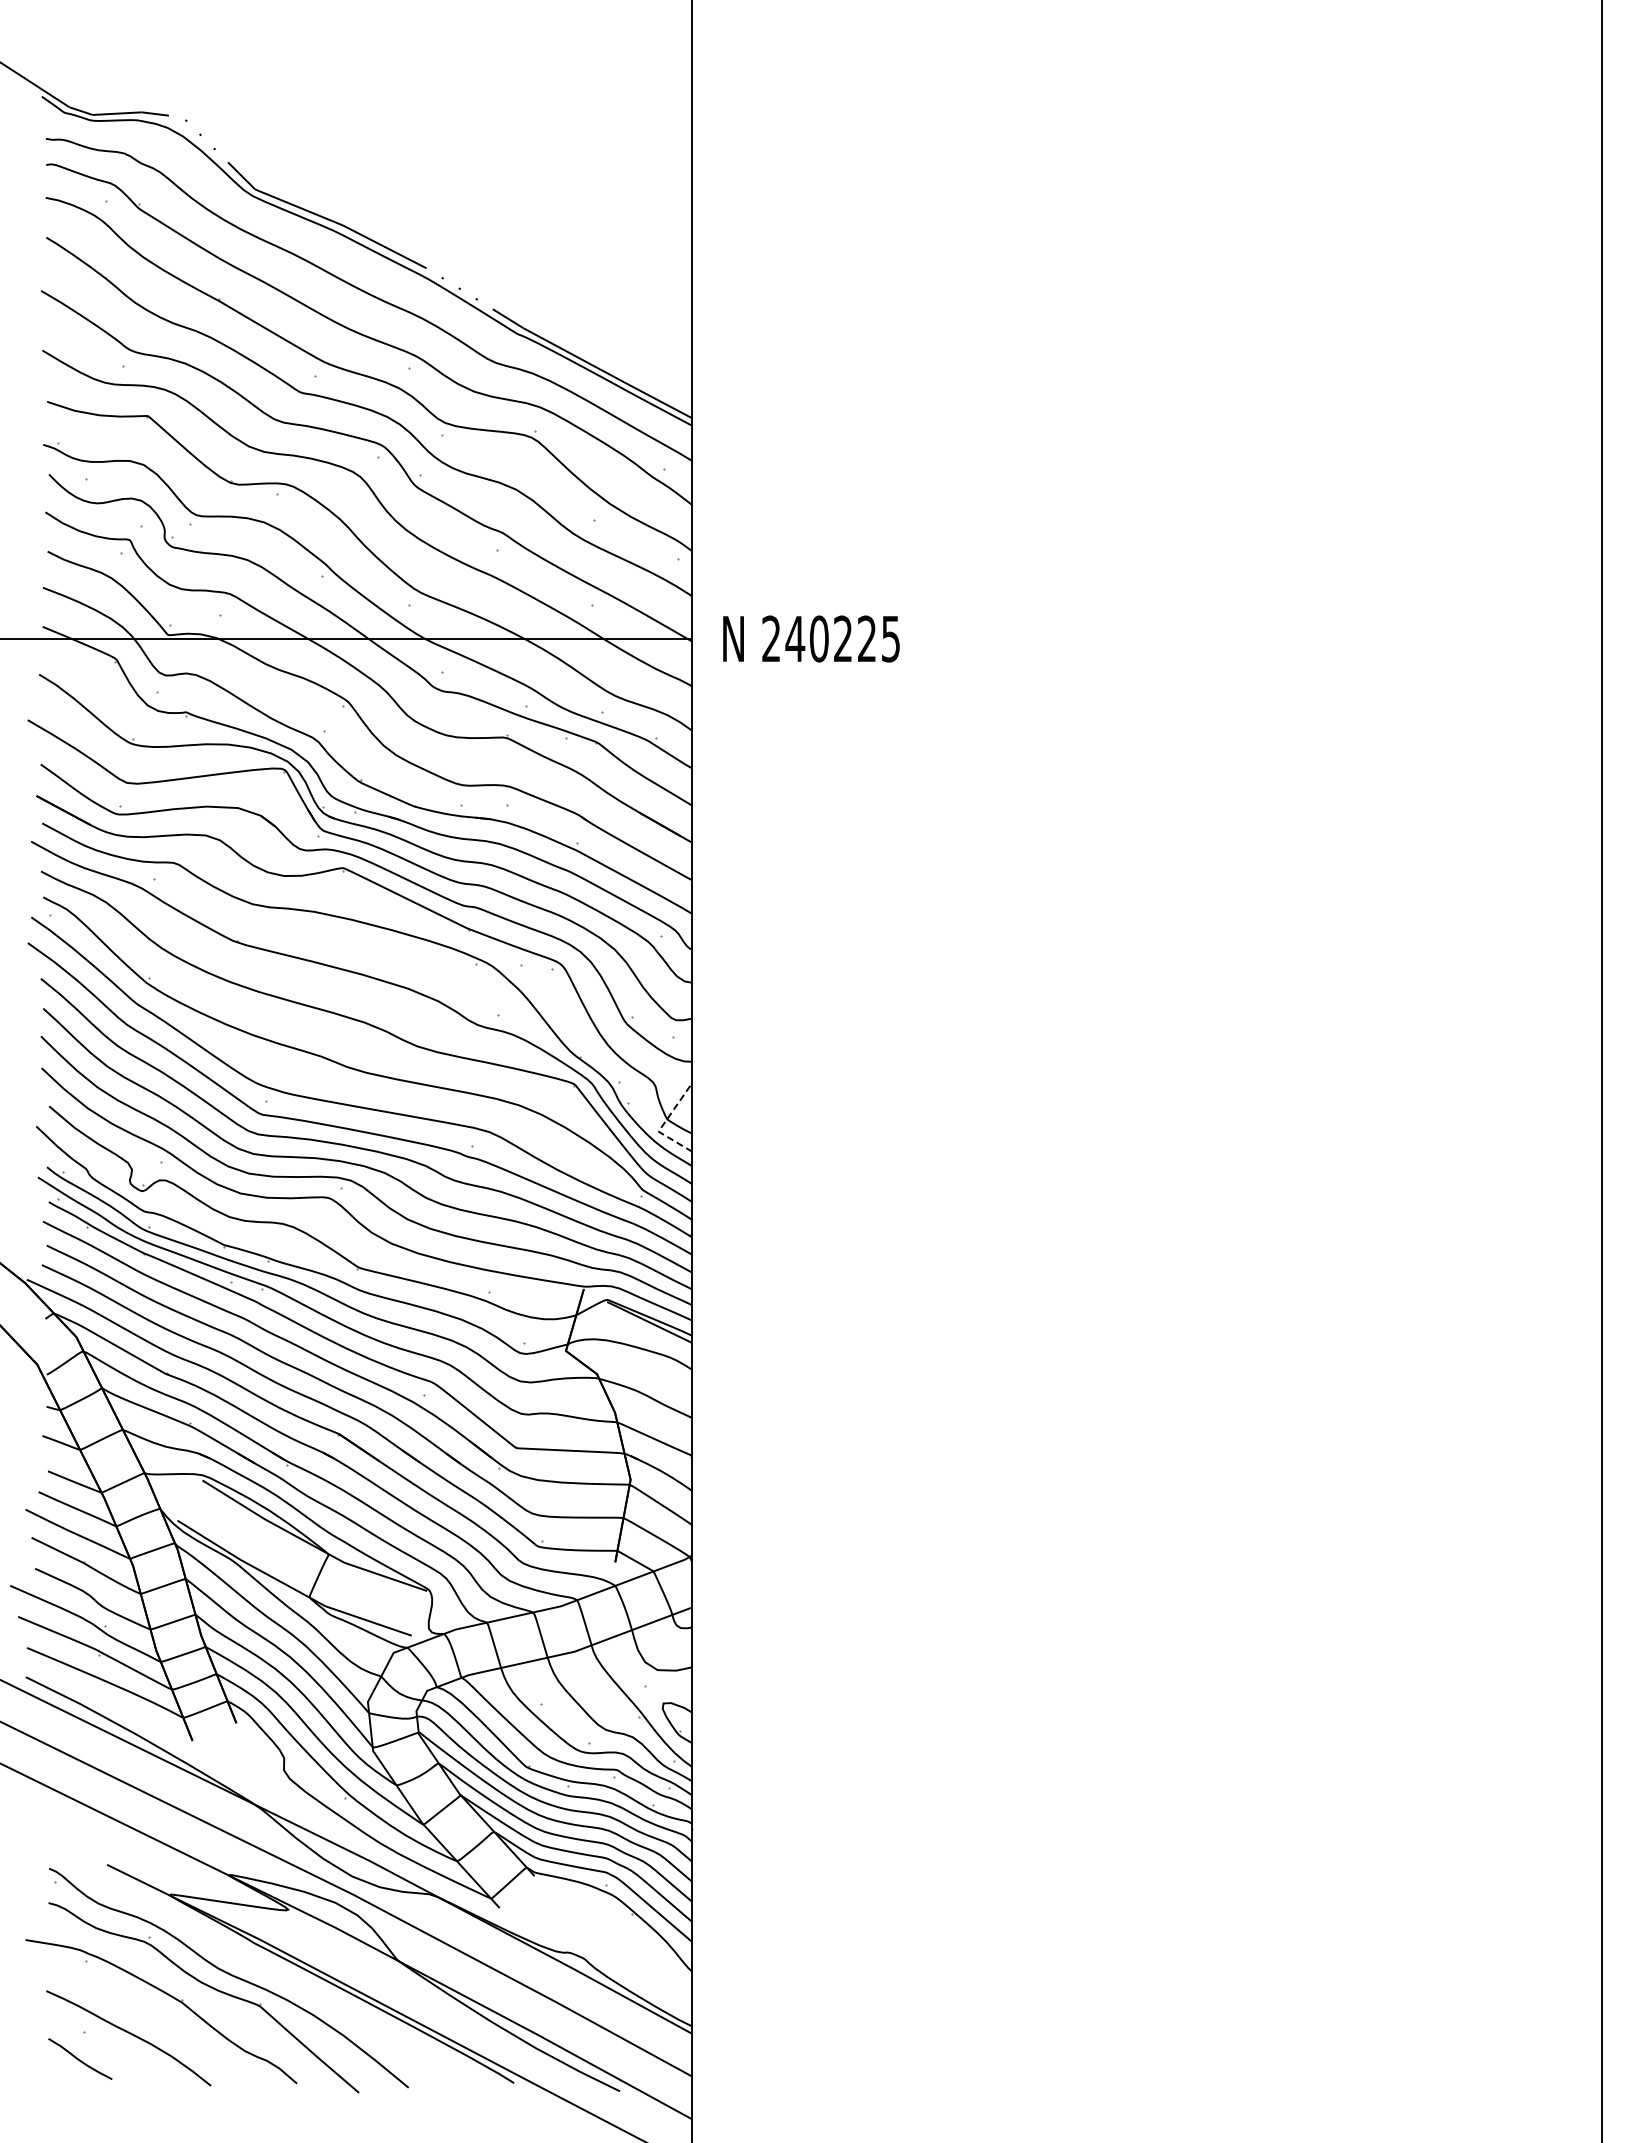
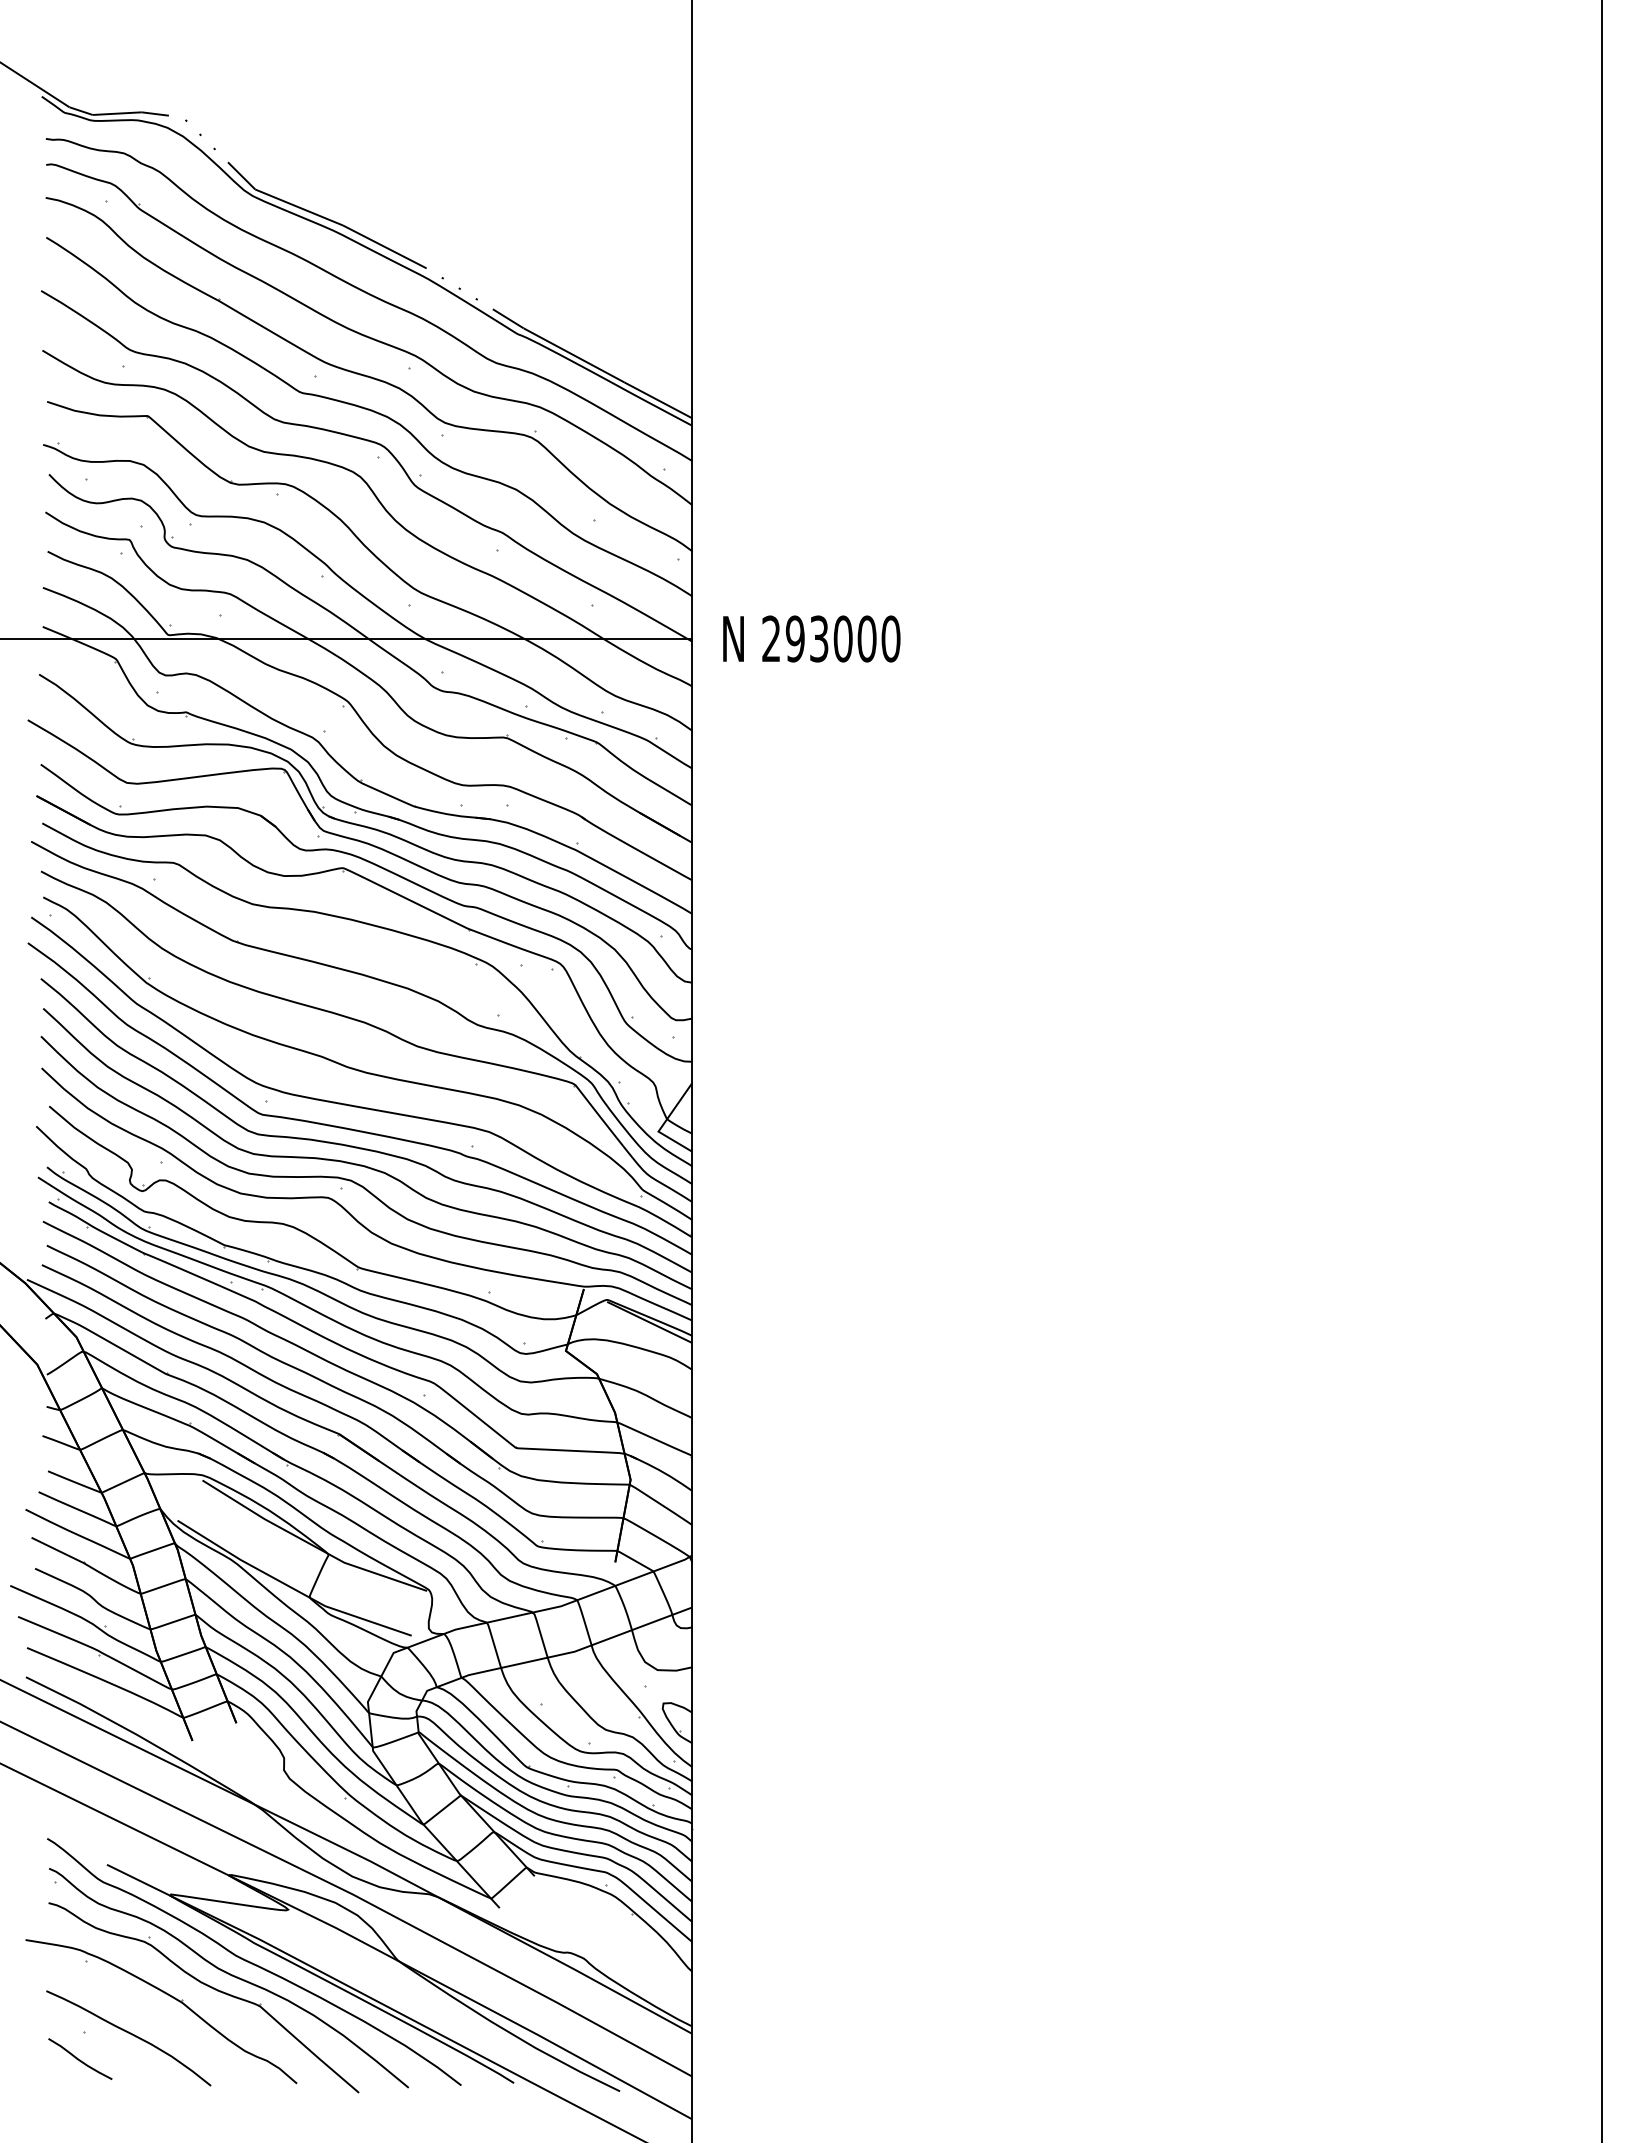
text at (842, 638): 240225 -> 293000
line at (664, 1123): dashed -> solid
curve at (254, 1963): none -> present
